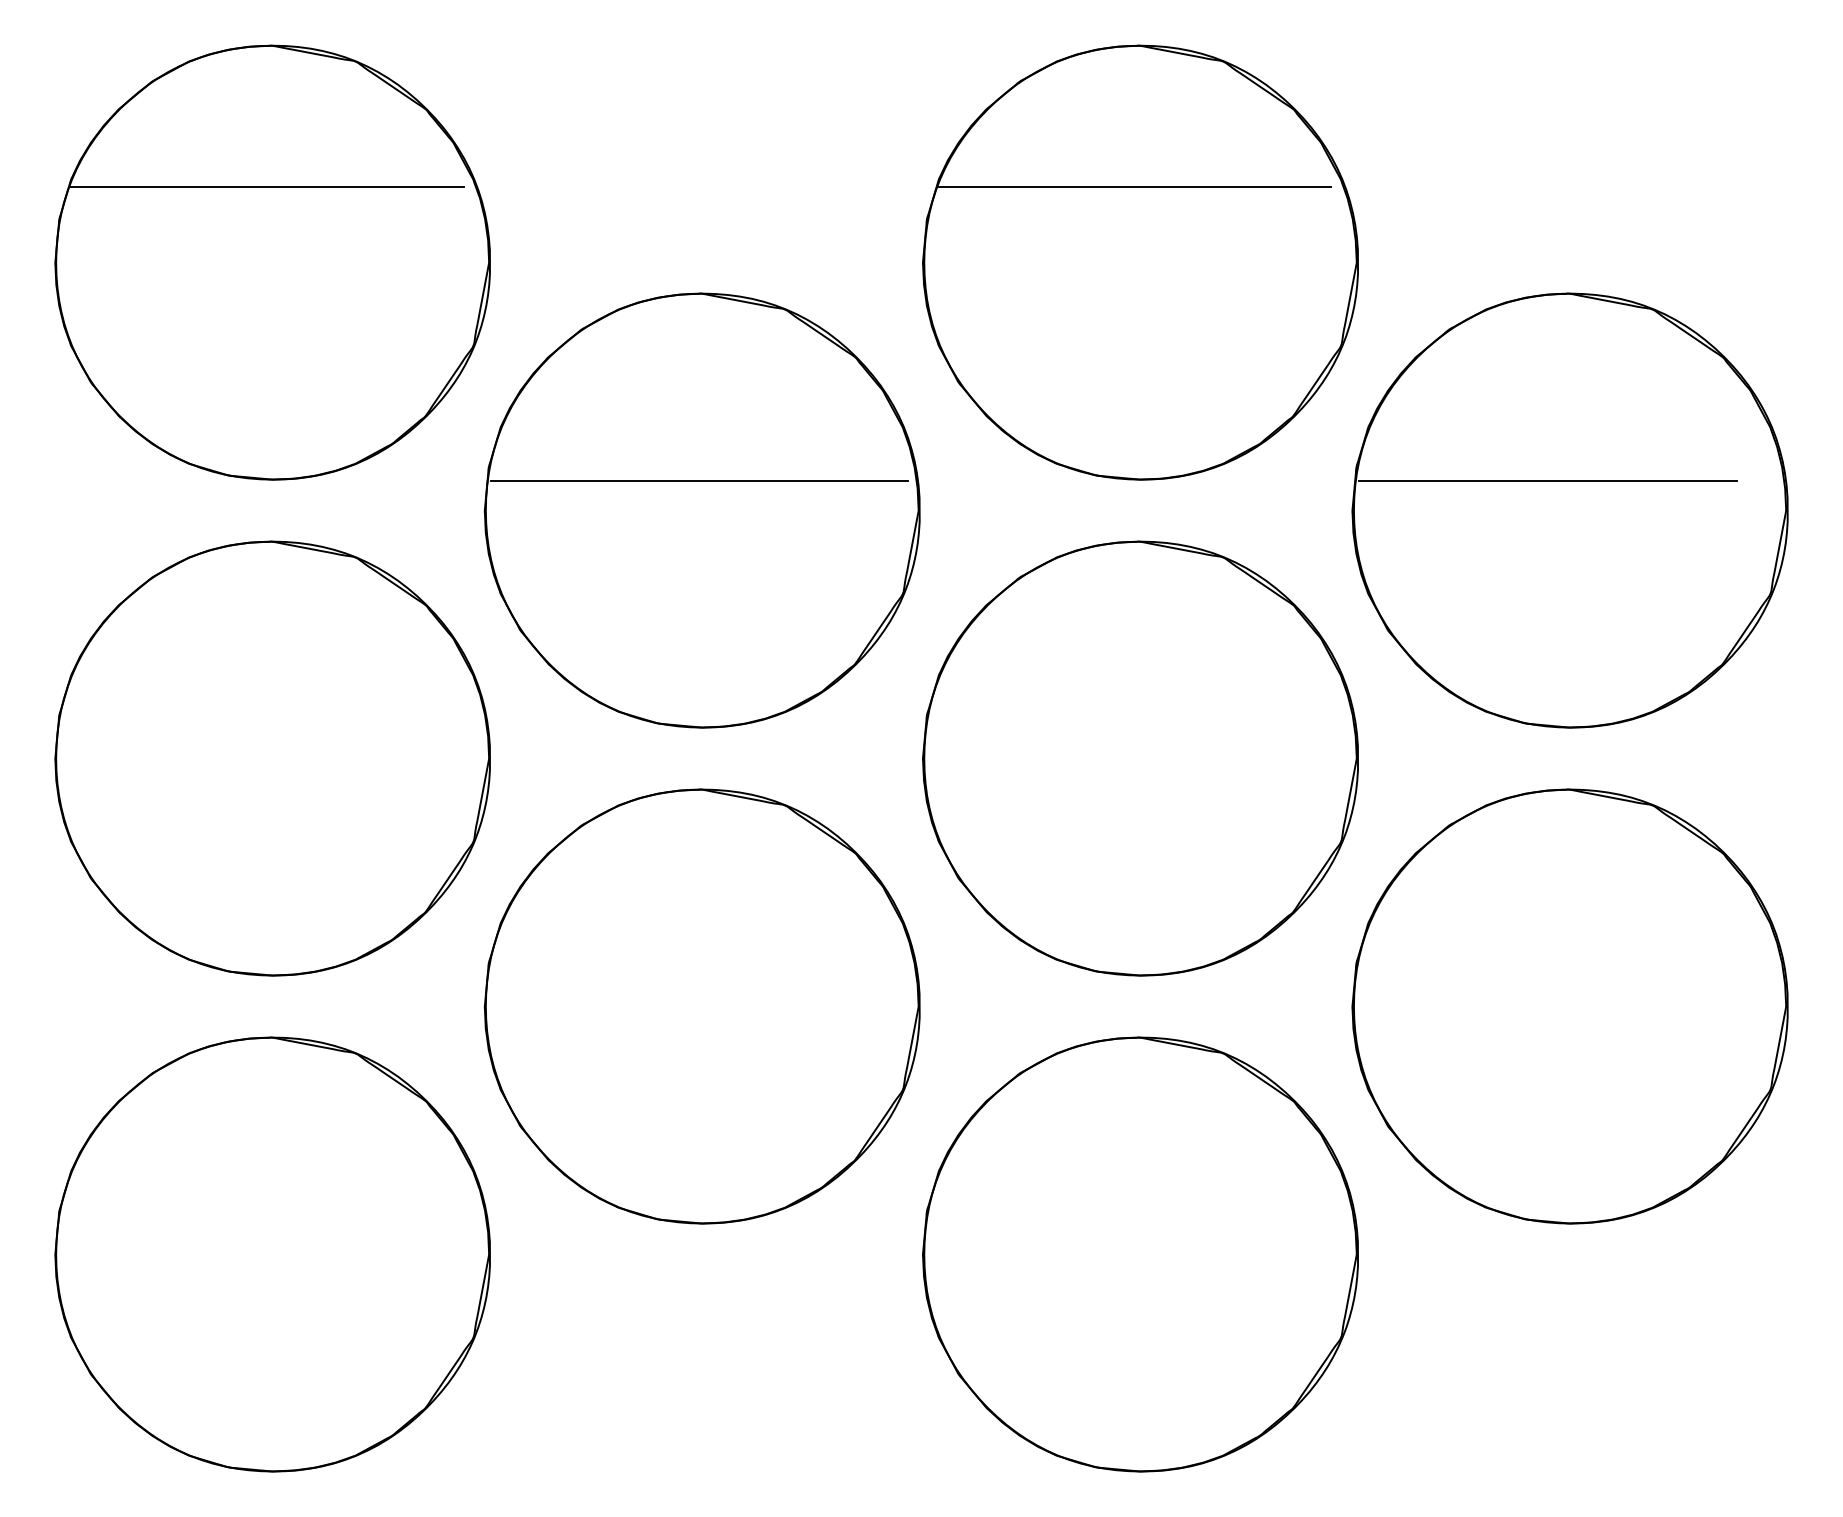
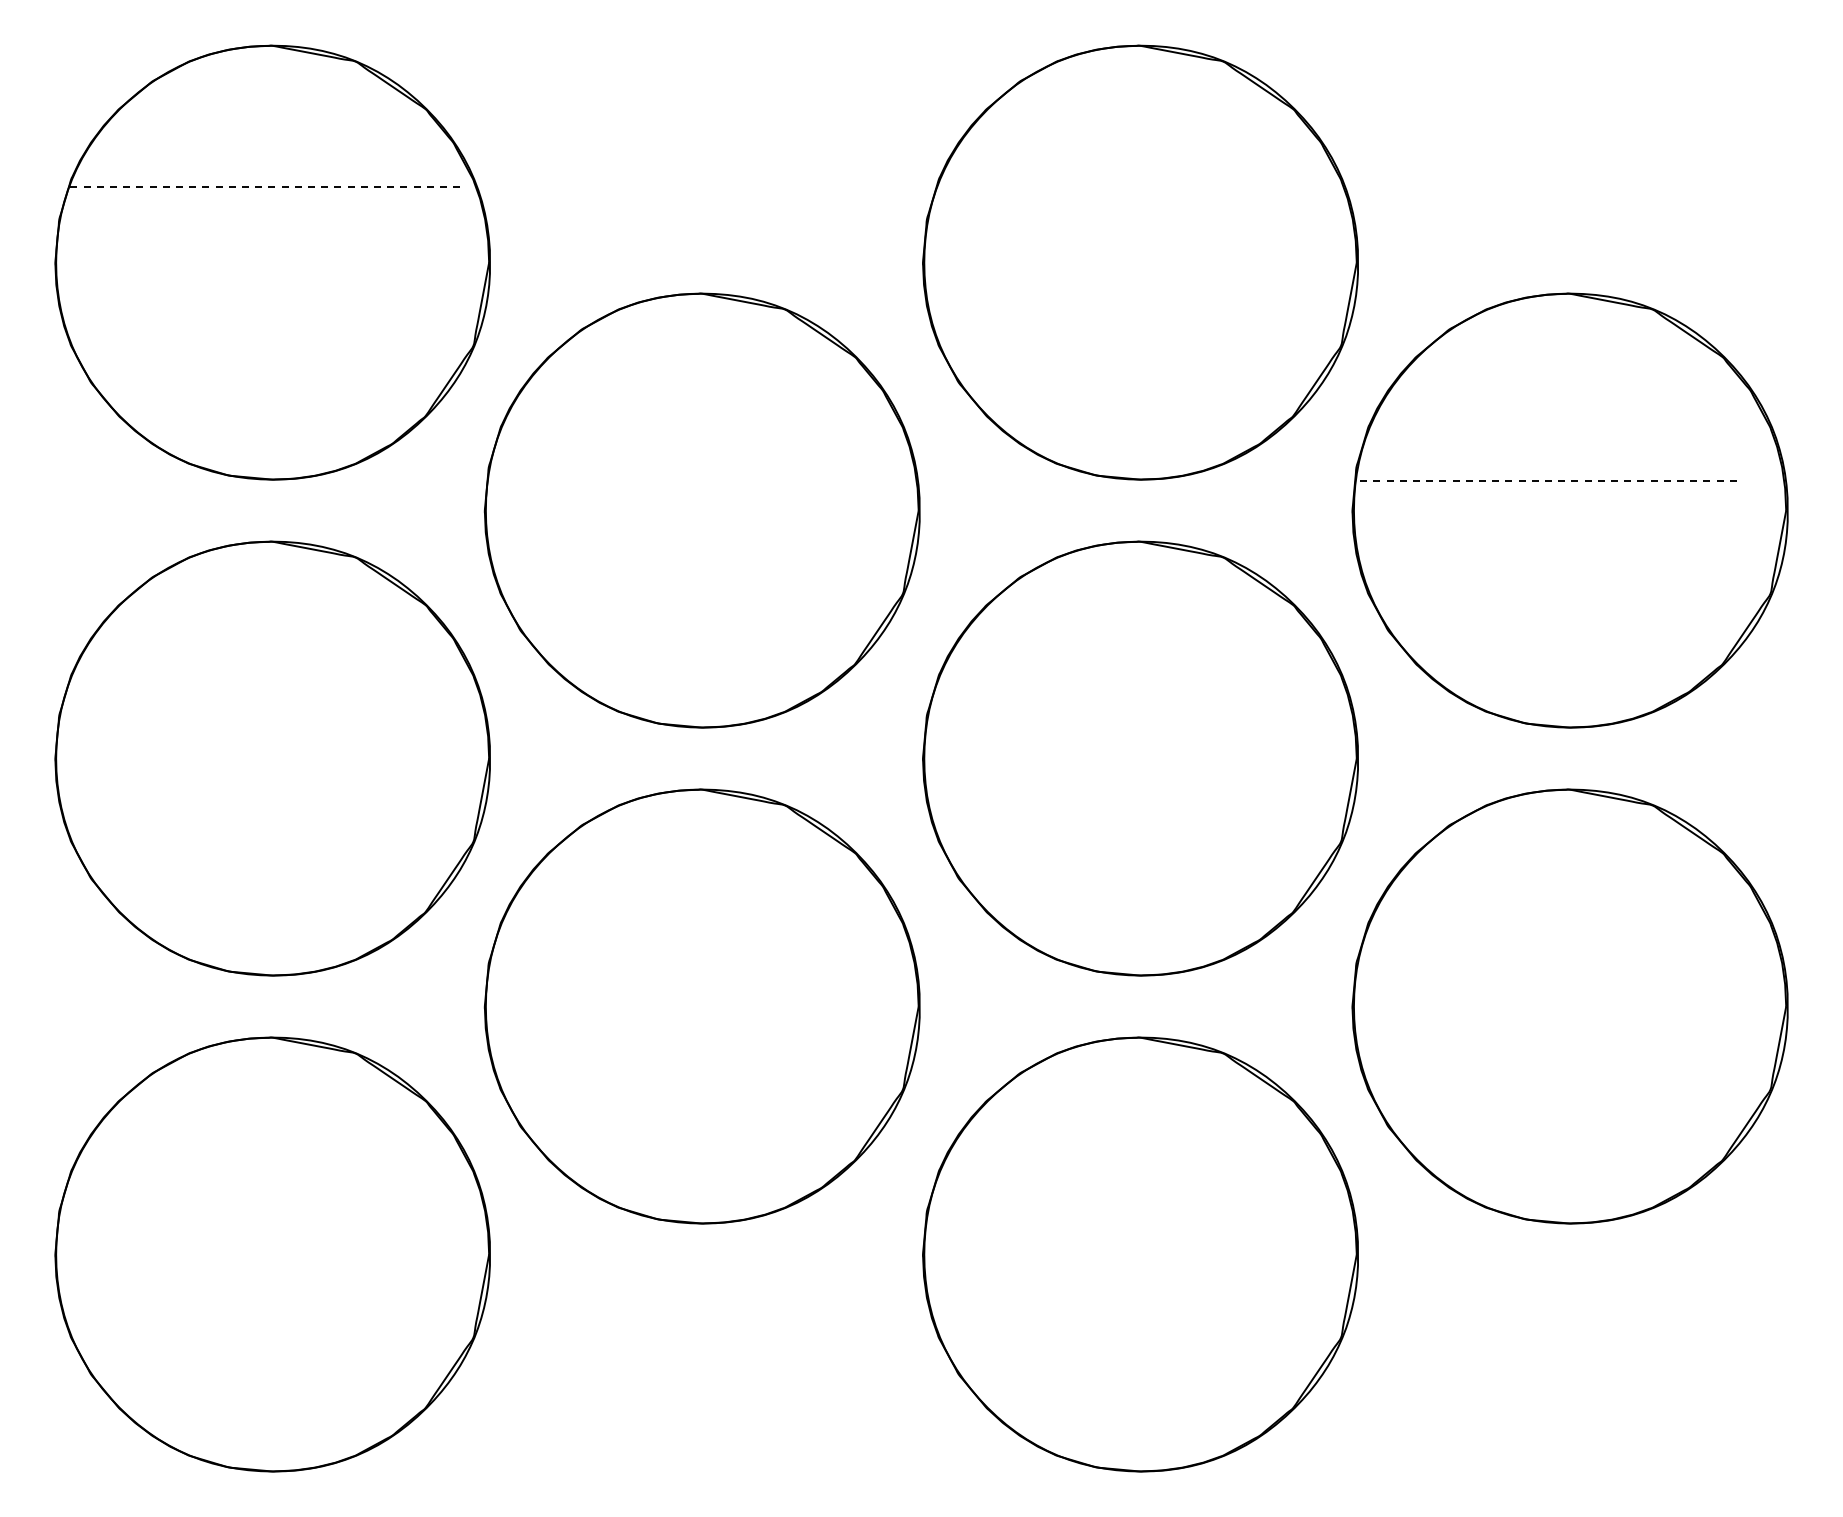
line at (267, 186): solid -> dashed
line at (1134, 186): present -> none
line at (699, 481): present -> none
line at (1547, 481): solid -> dashed
